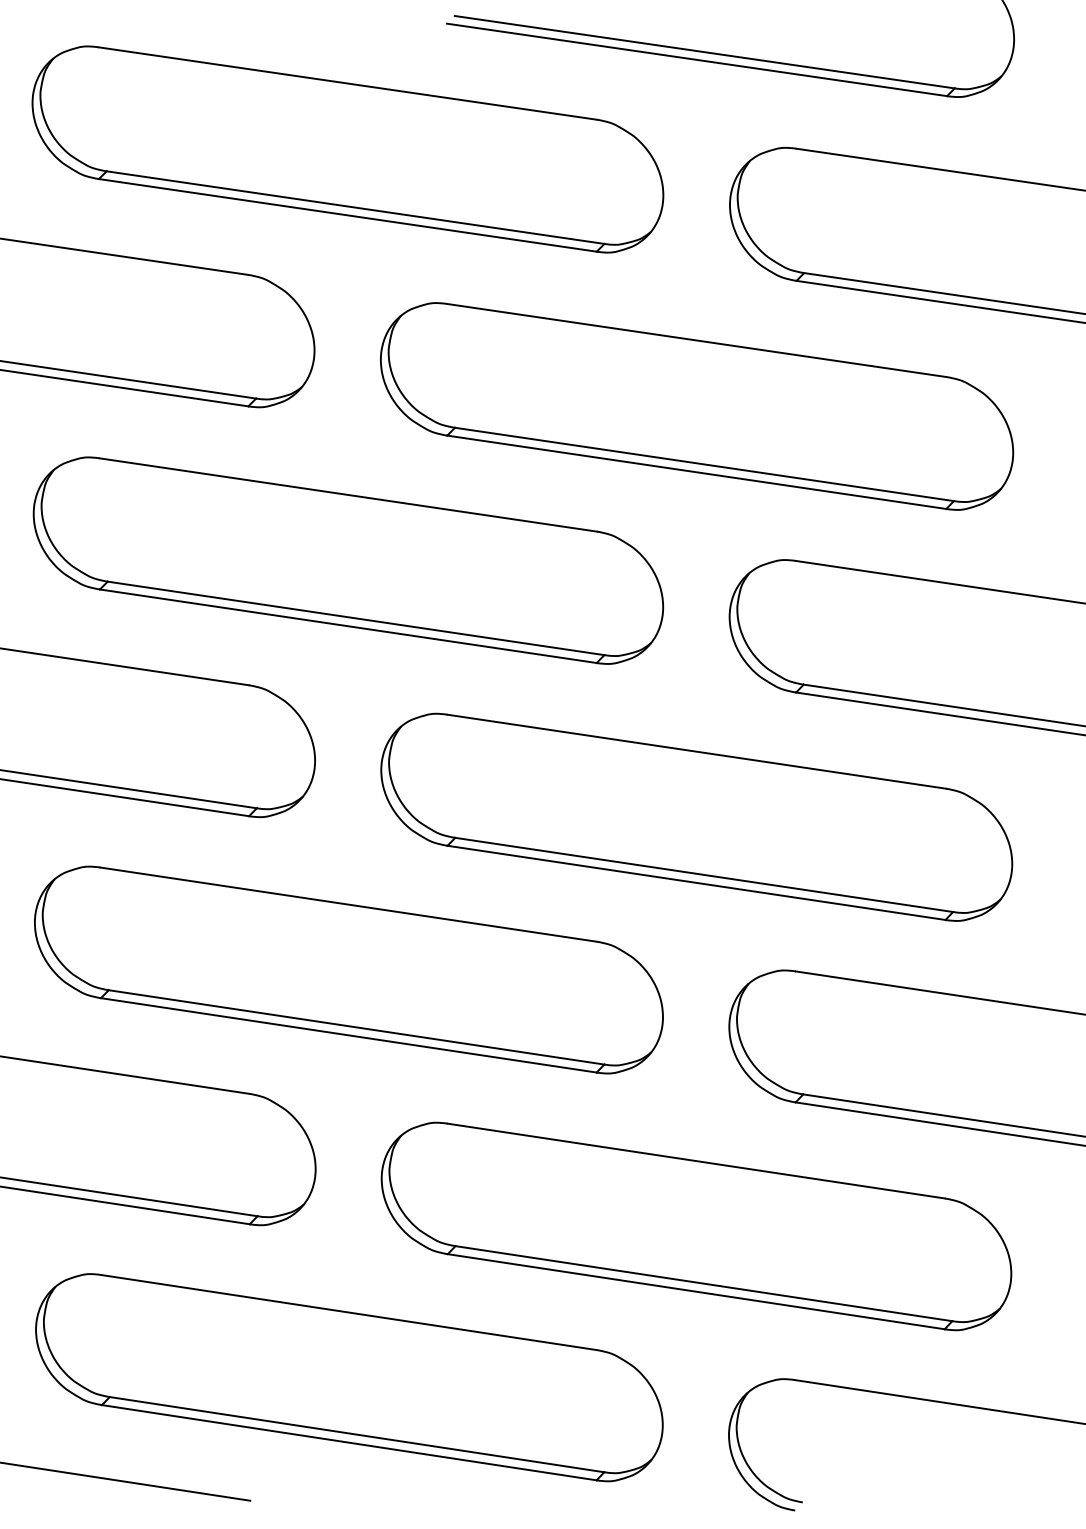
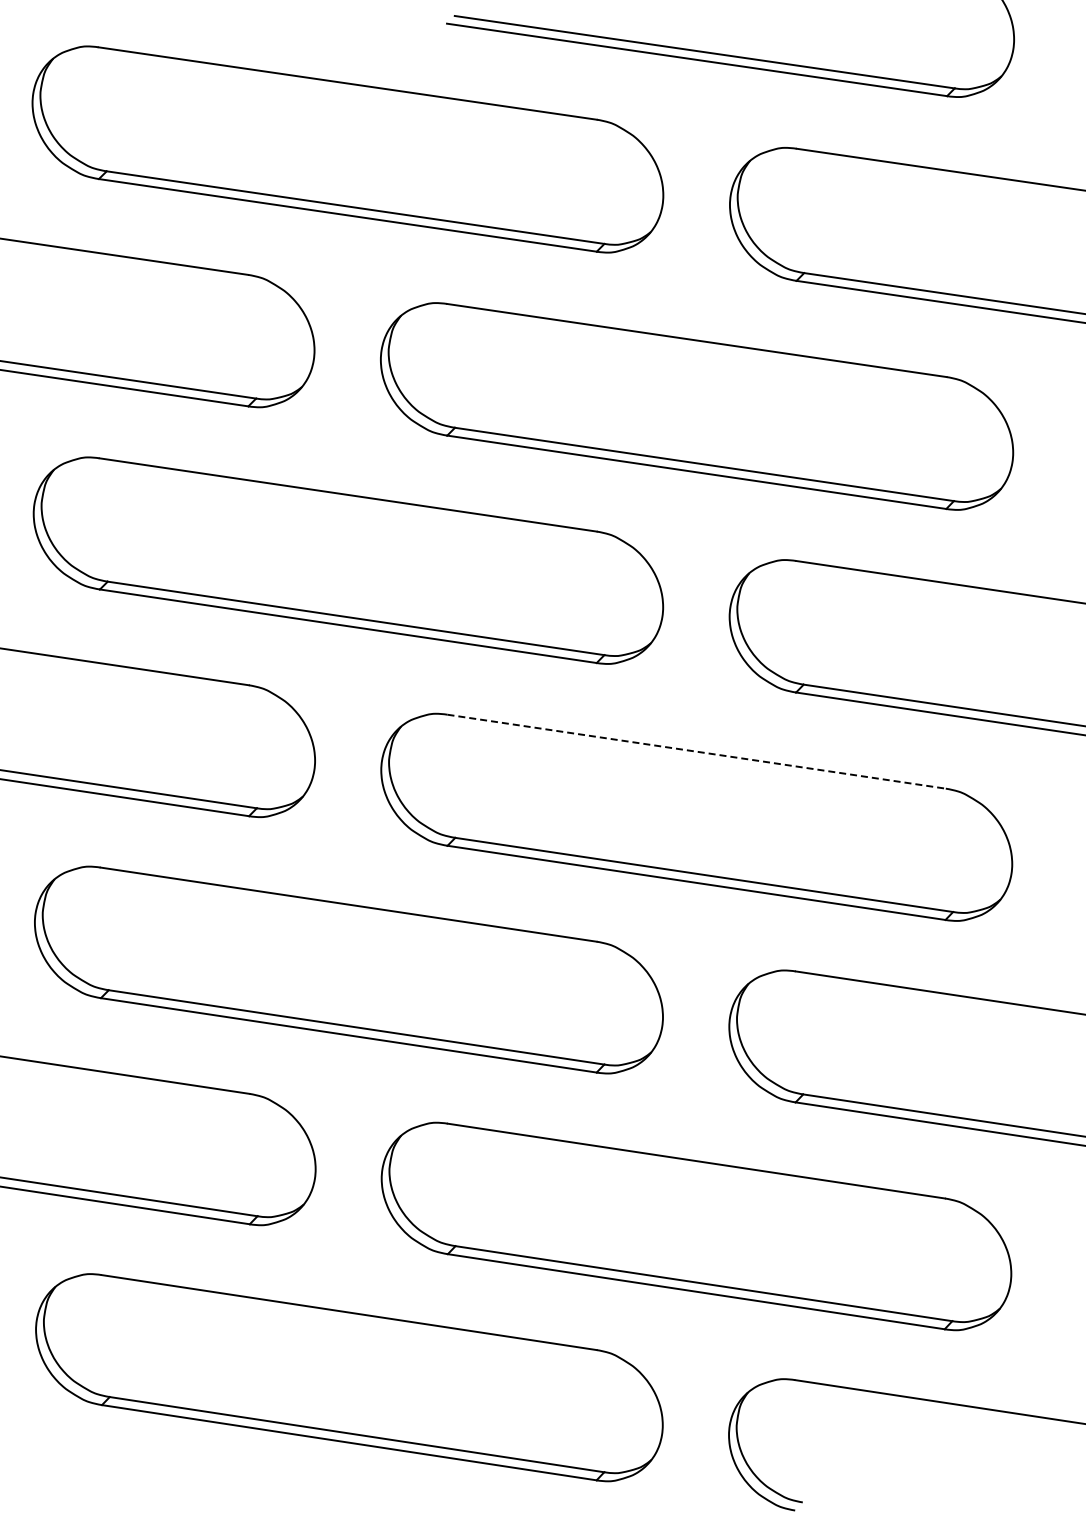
line at (696, 751): solid -> dashed
line at (126, 1481): present -> none
